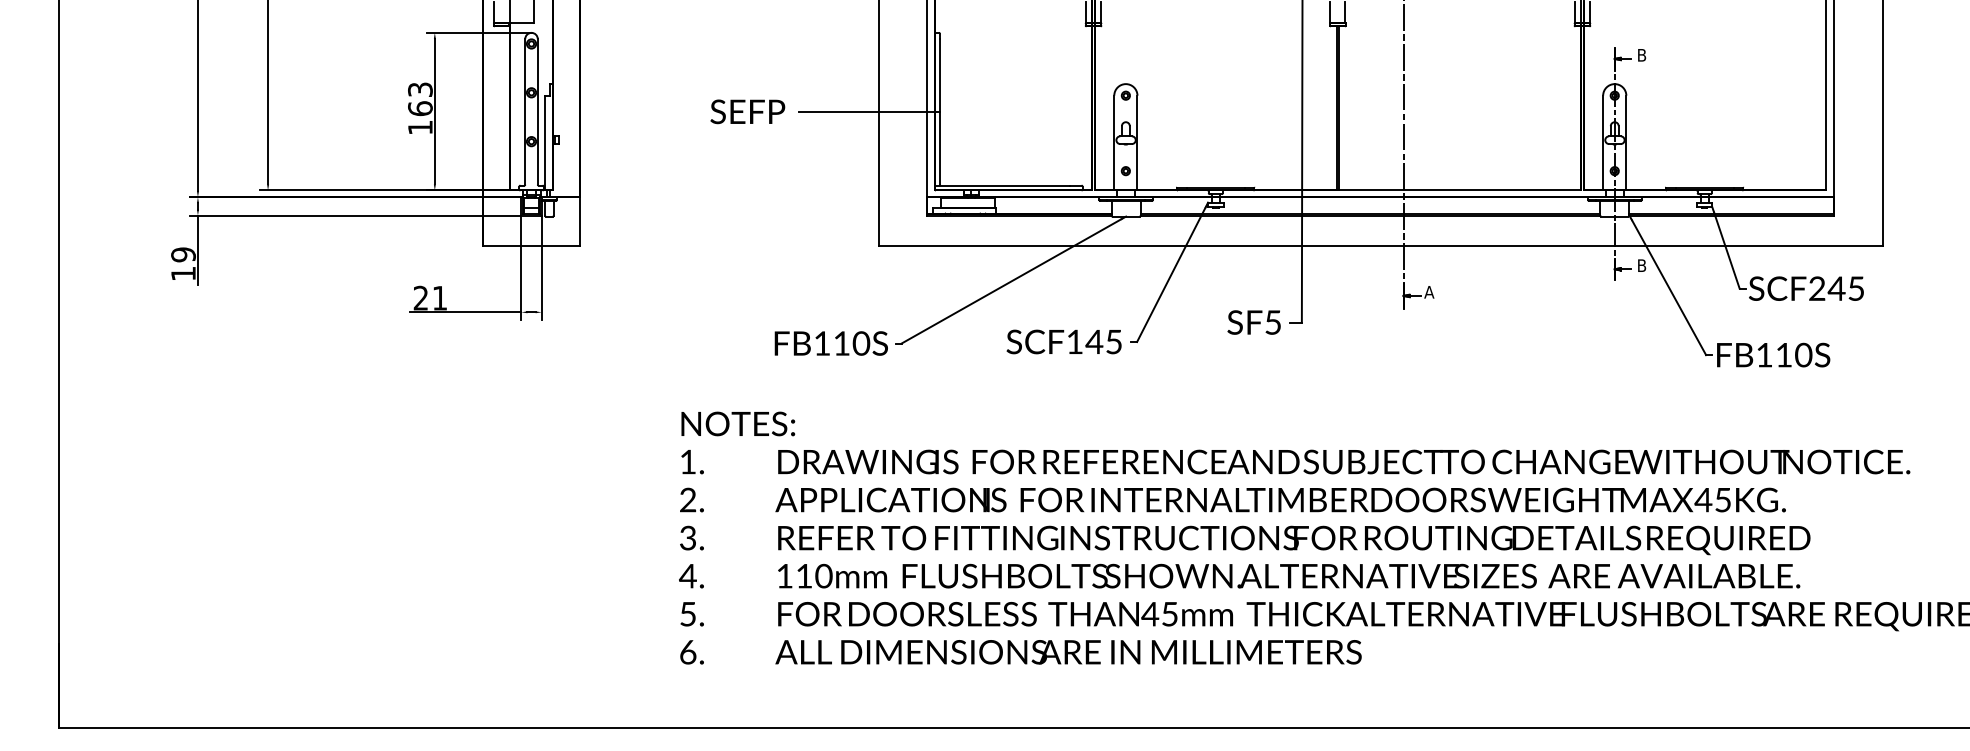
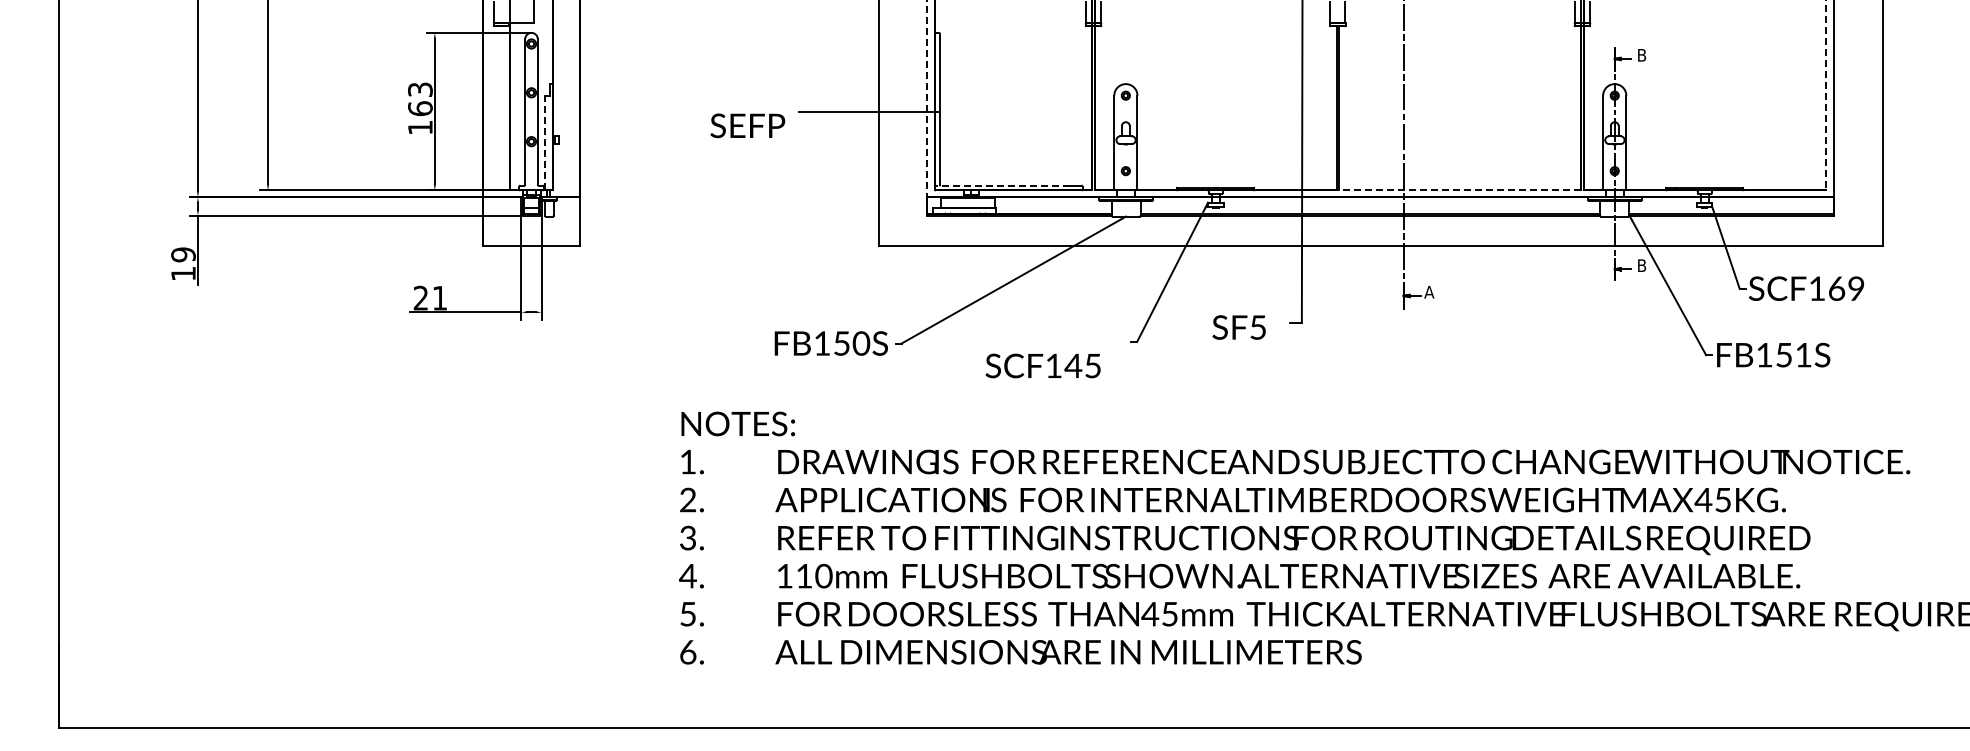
line at (1825, 95): solid -> dashed
line at (926, 99): solid -> dashed
text at (747, 111) position: (747, 111) -> (747, 125)
line at (544, 142): solid -> dashed
line at (1002, 185): solid -> dashed
line at (1460, 190): solid -> dashed
text at (1836, 288): SCF245 -> SCF169
text at (1253, 322) position: (1253, 322) -> (1238, 327)
text at (1063, 341) position: (1063, 341) -> (1042, 365)
text at (841, 343): FB110S -> FB150S
text at (1794, 354): FB110S -> FB151S
